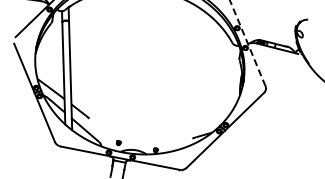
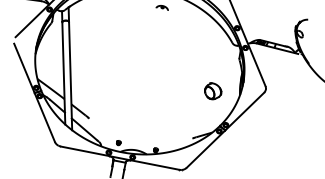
part at (161, 7): none -> present
line at (247, 43): dashed -> solid
part at (213, 91): none -> present
